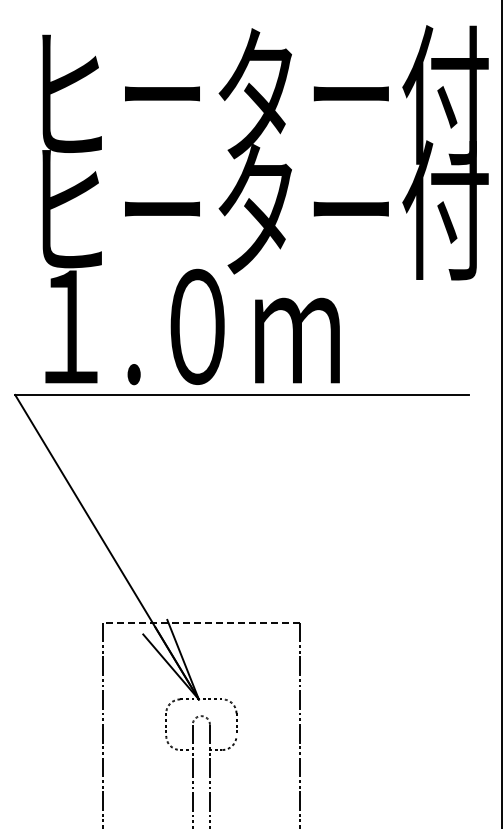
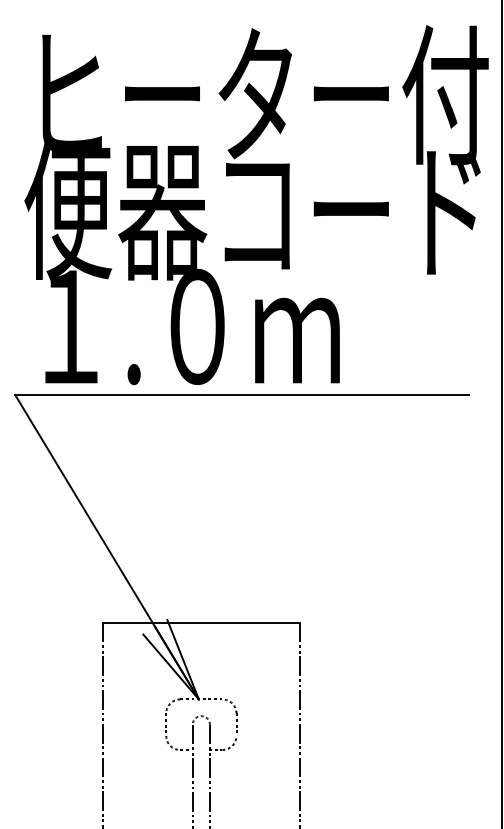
text at (256, 210): ヒーター付 -> 便器コード
line at (200, 622): dashed -> solid
